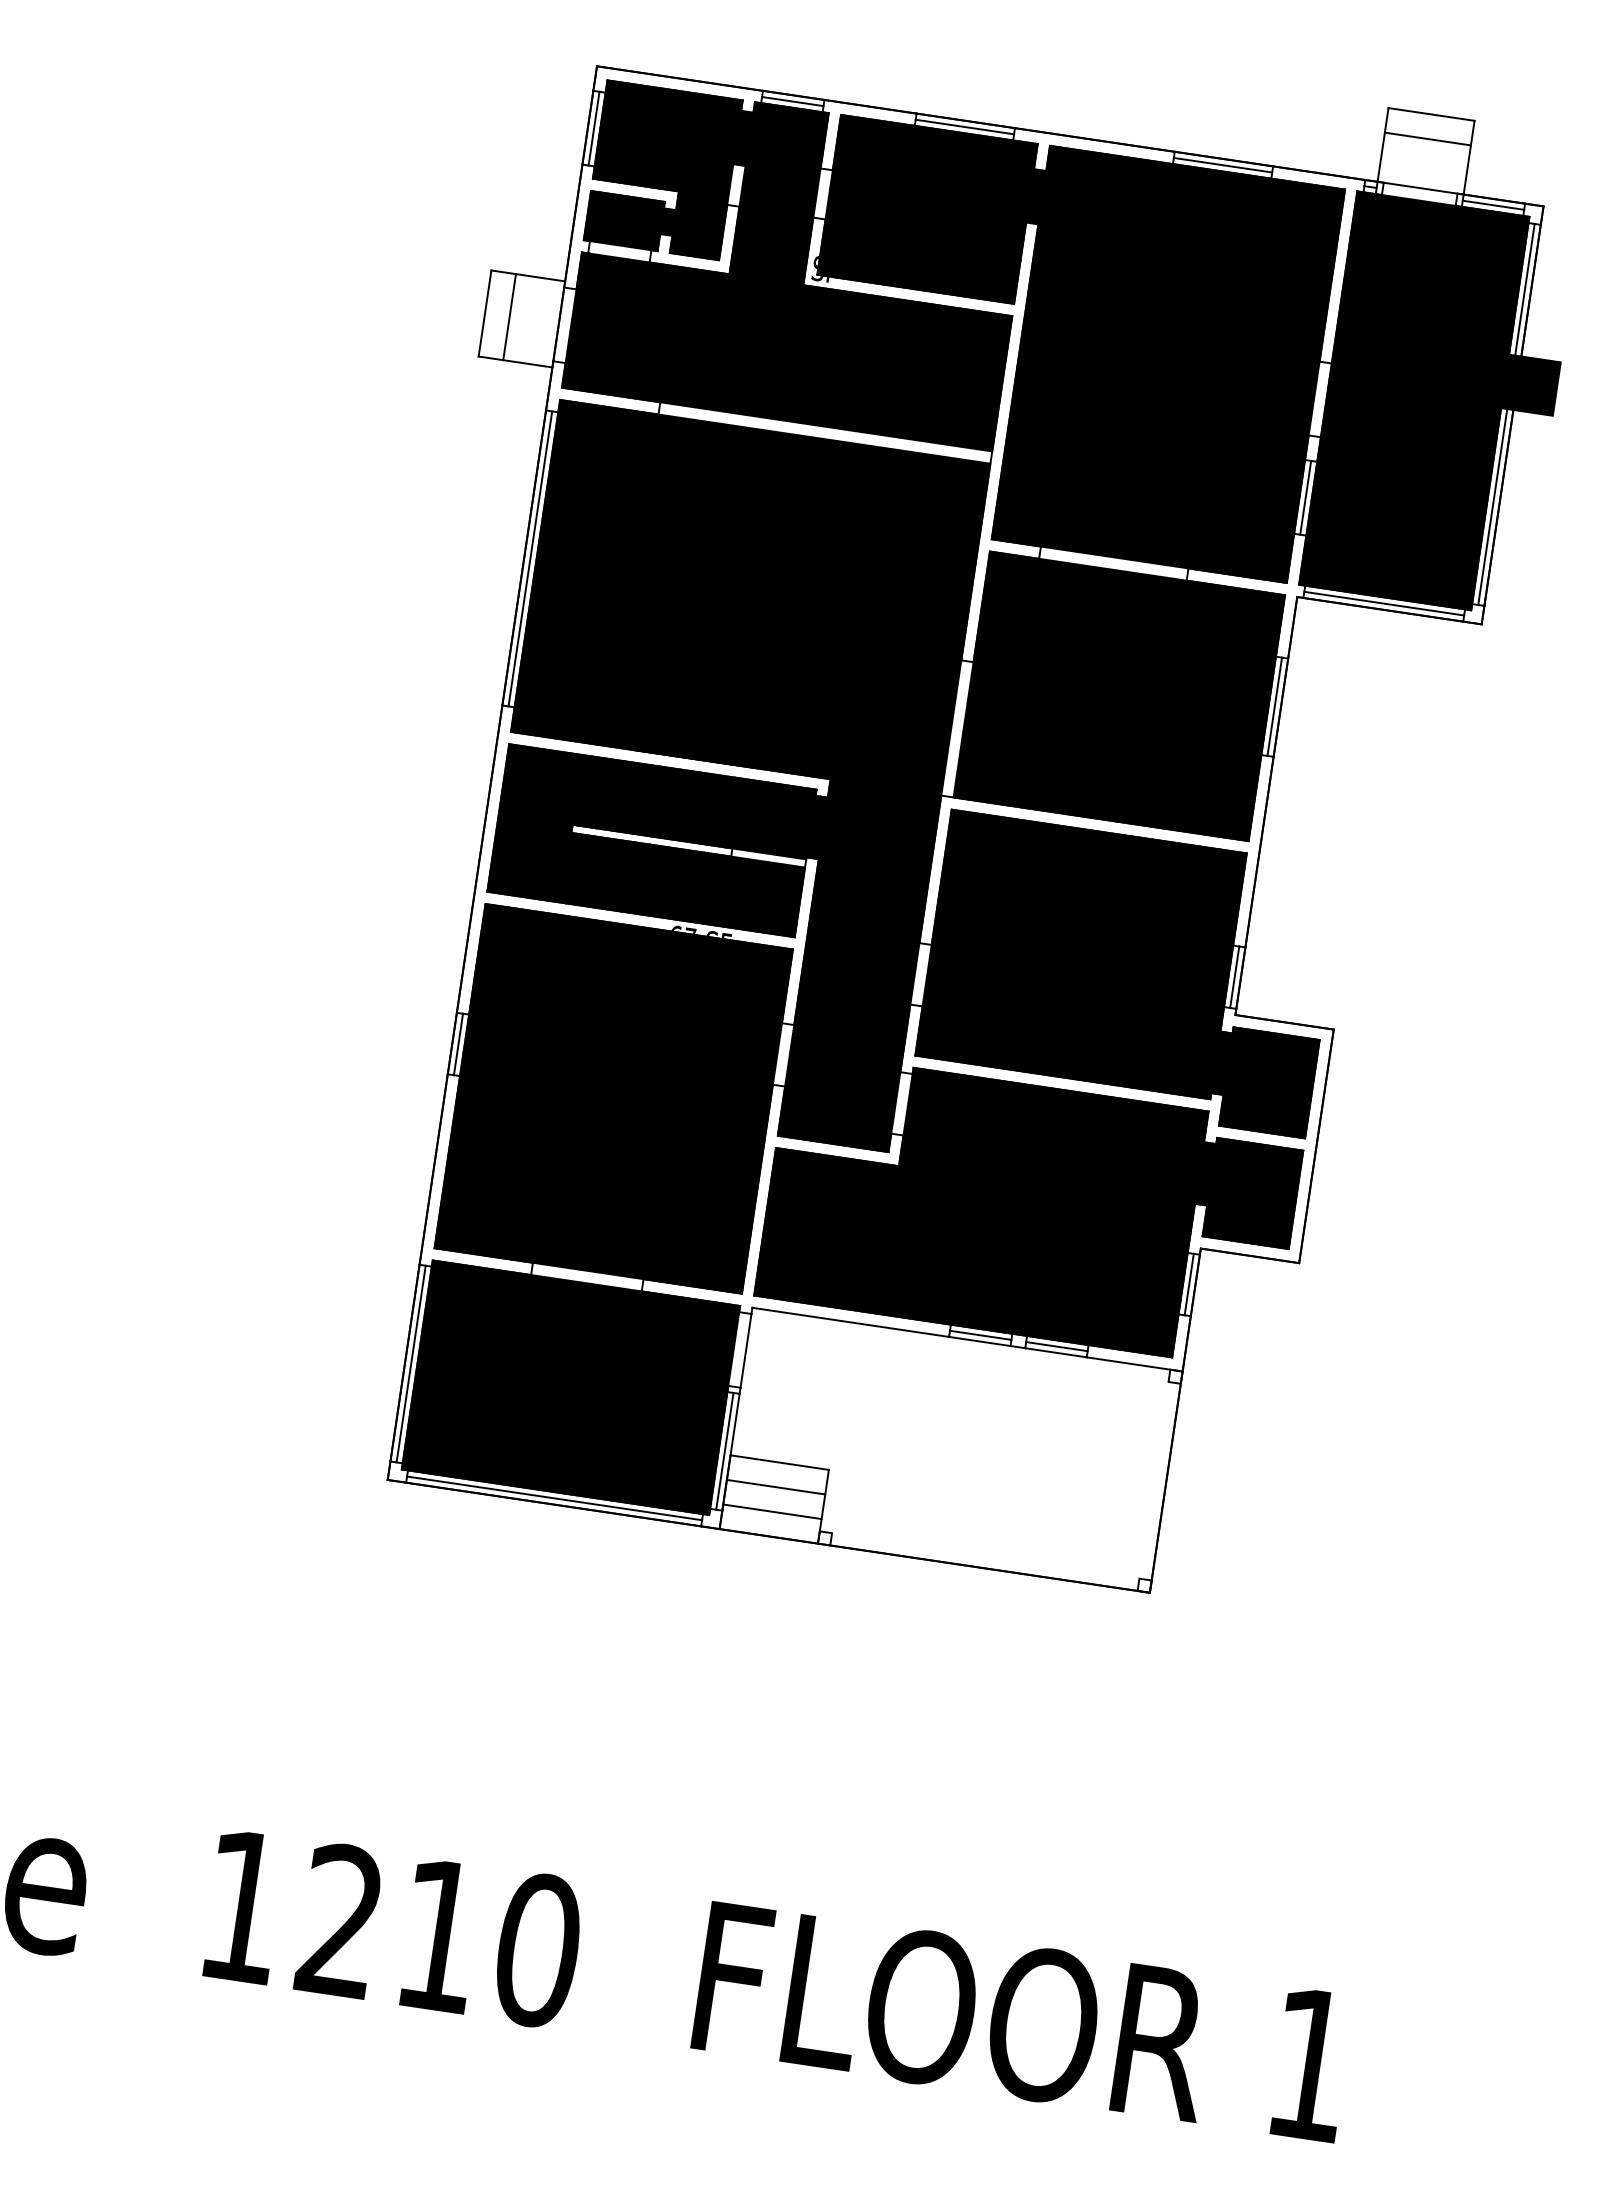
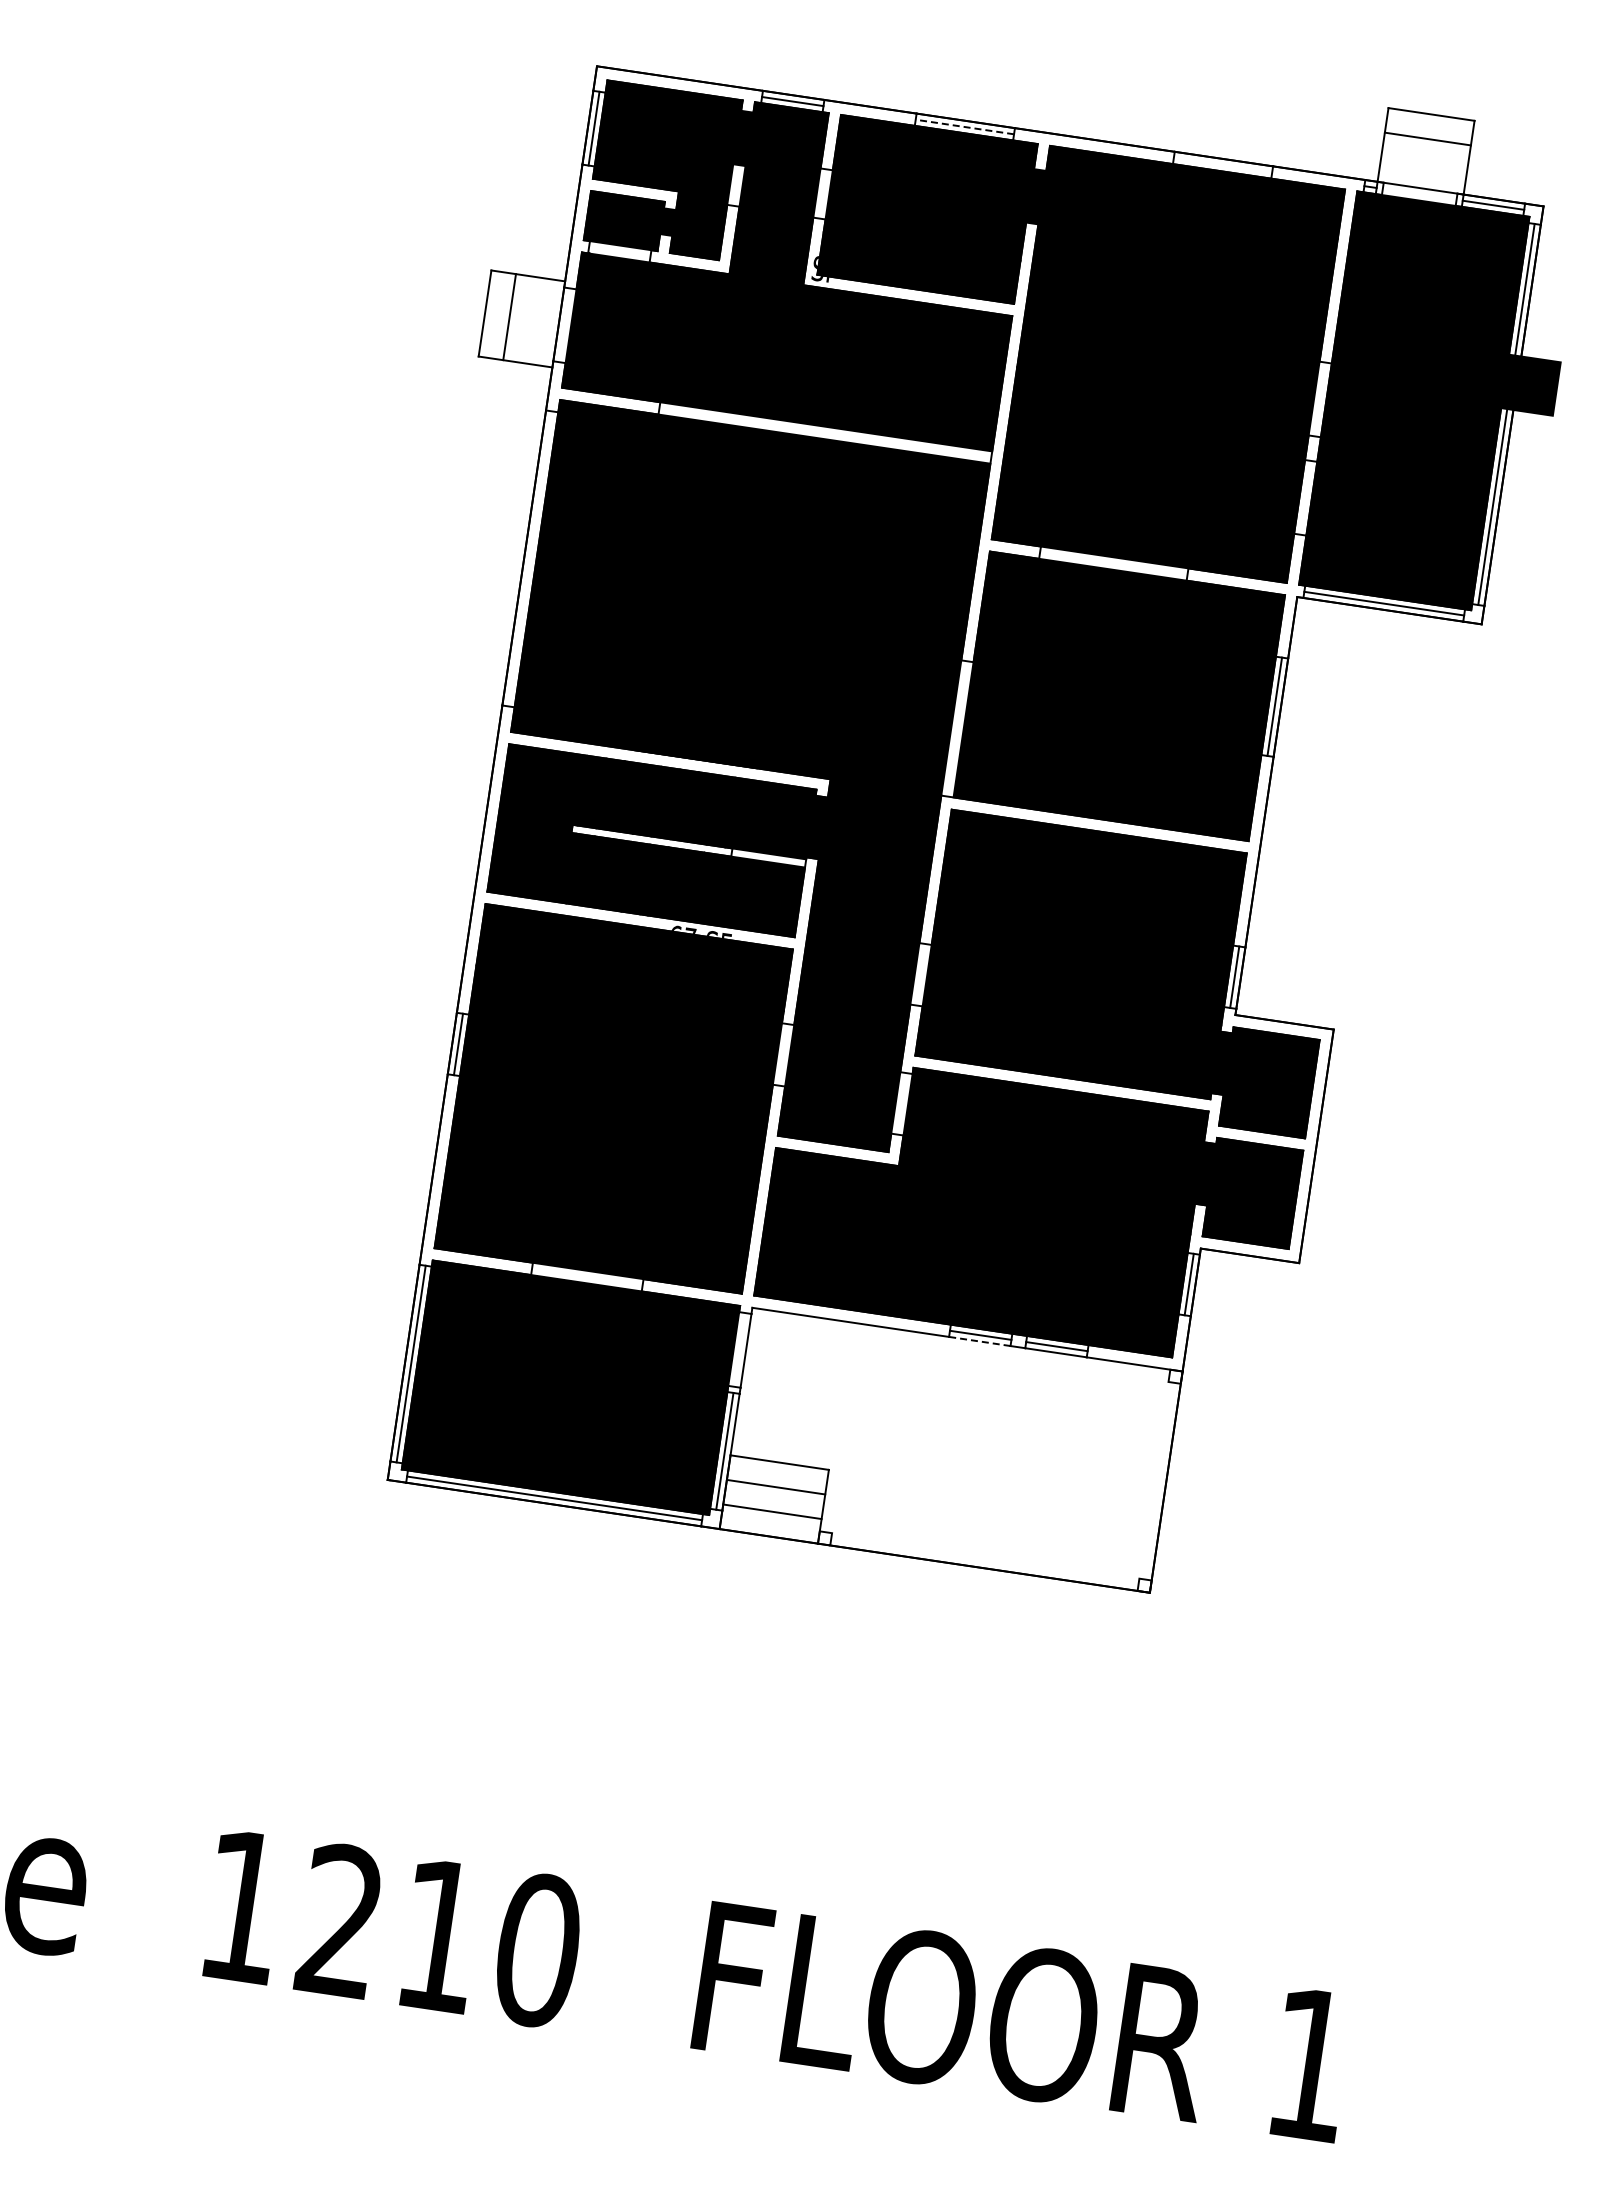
line at (964, 127): solid -> dashed
line at (1222, 164): present -> none
line at (1305, 497): present -> none
line at (530, 558): present -> none
line at (979, 1341): solid -> dashed
